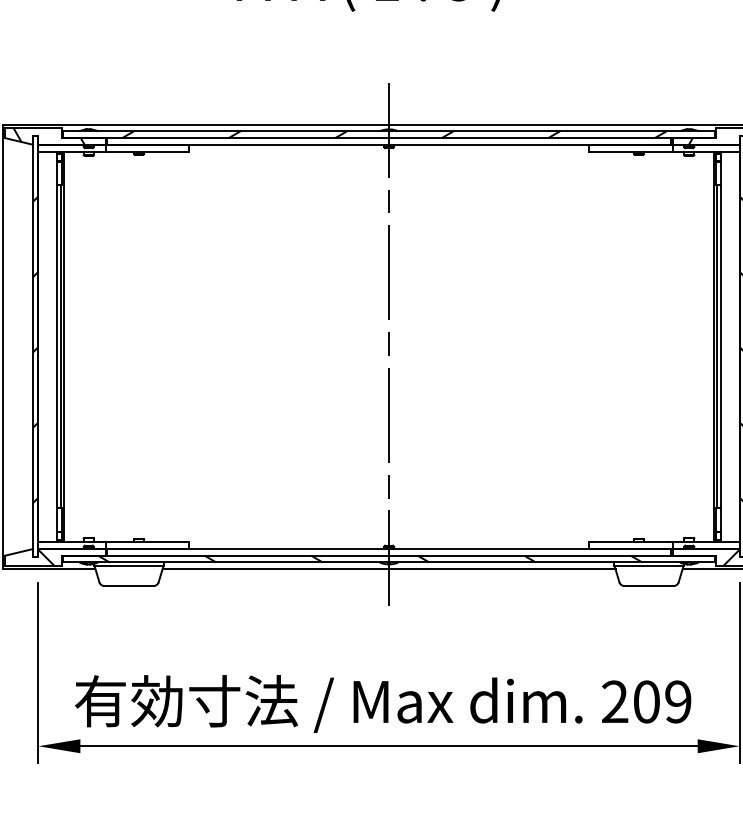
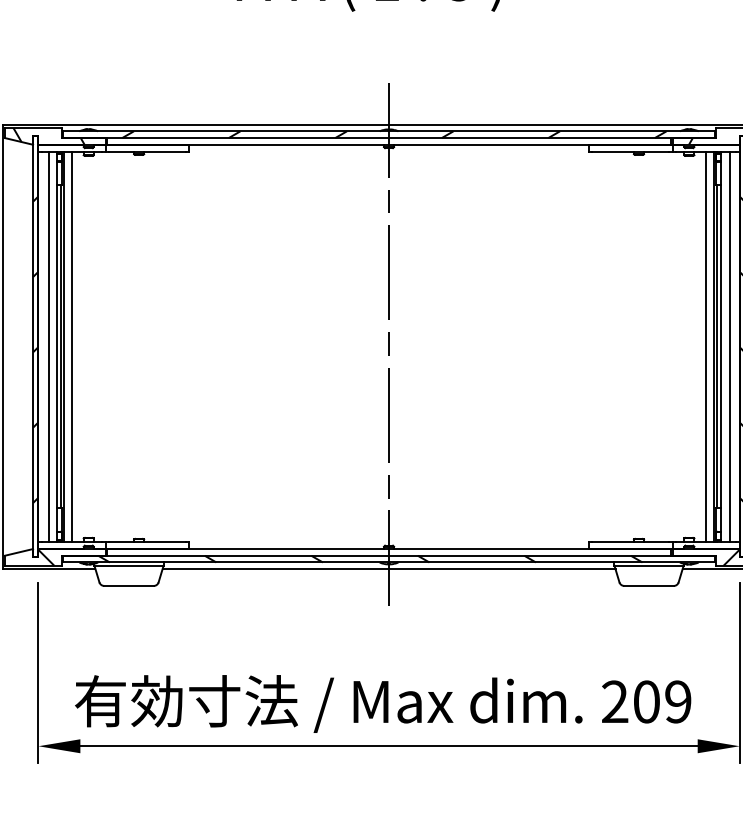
line at (48, 346): none -> present
line at (72, 346): none -> present
line at (706, 346): none -> present
line at (729, 346): none -> present
